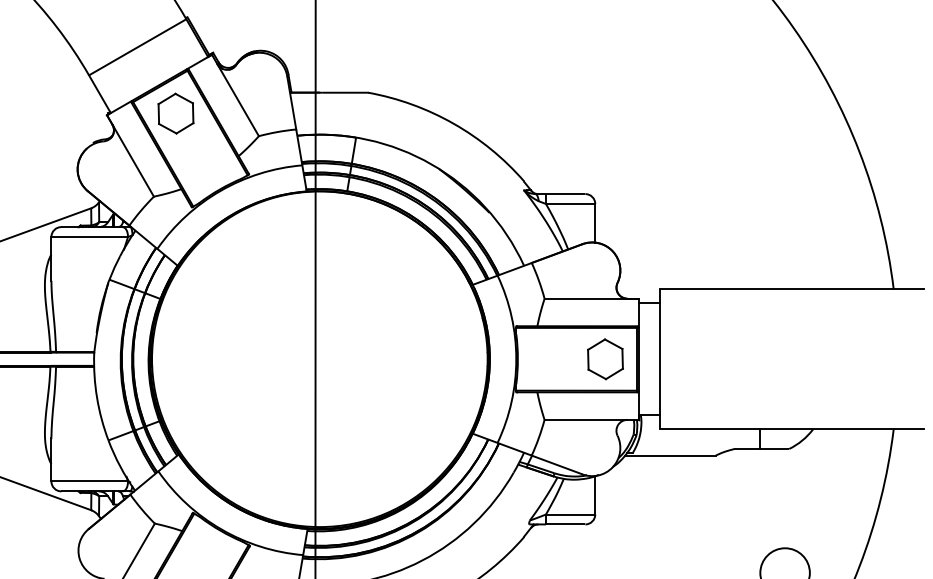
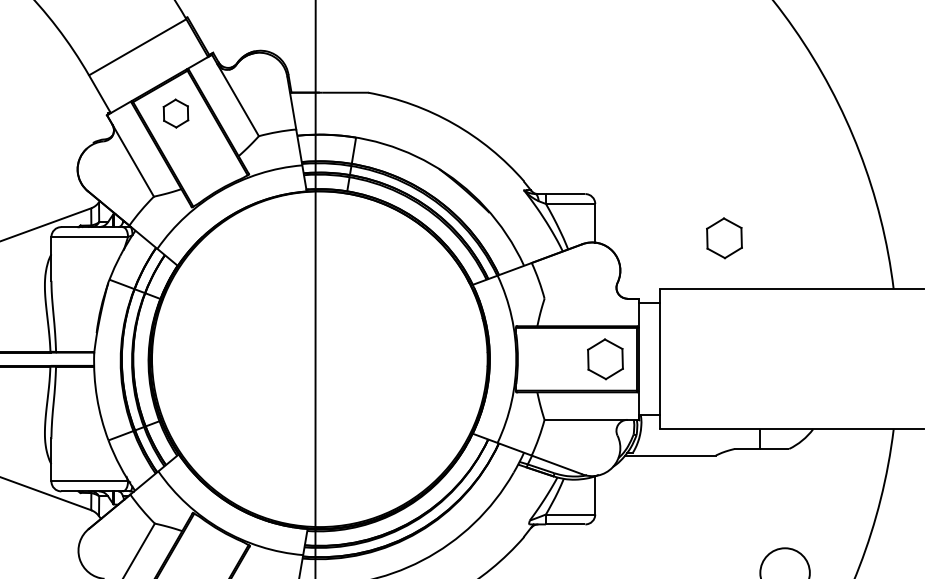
part at (175, 113) size: 38x43 px -> 28x31 px
part at (724, 238): none -> present
line at (585, 298): present -> none
